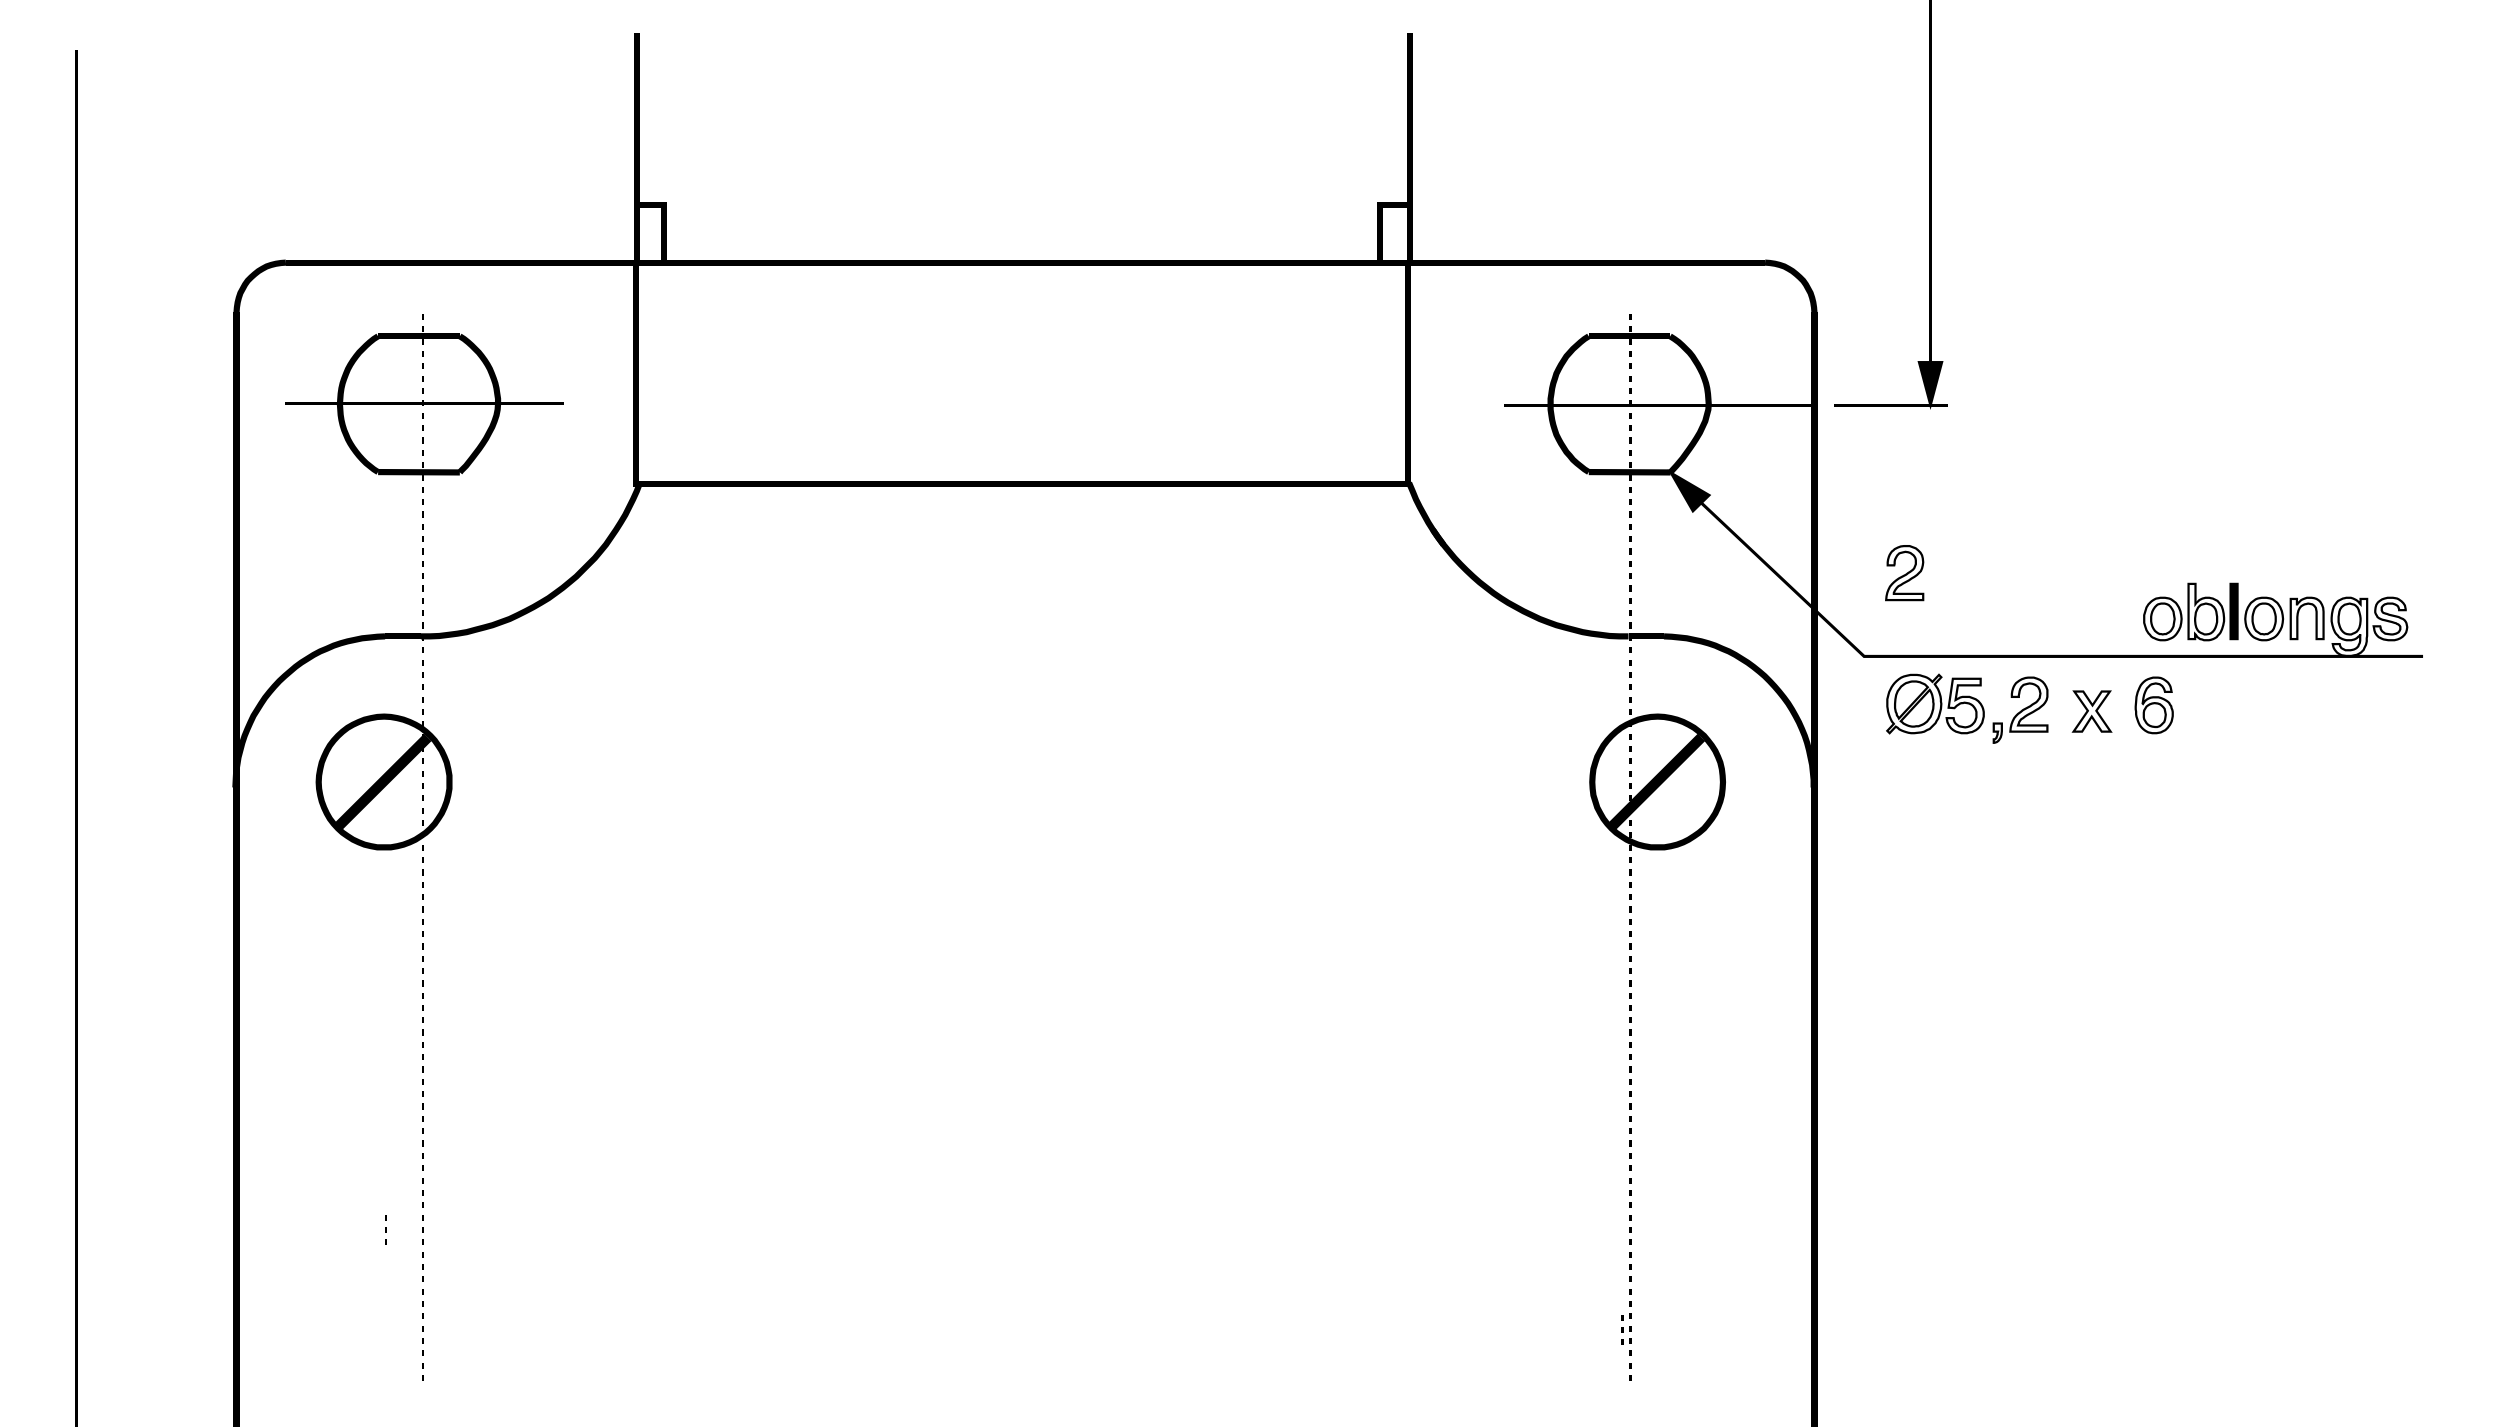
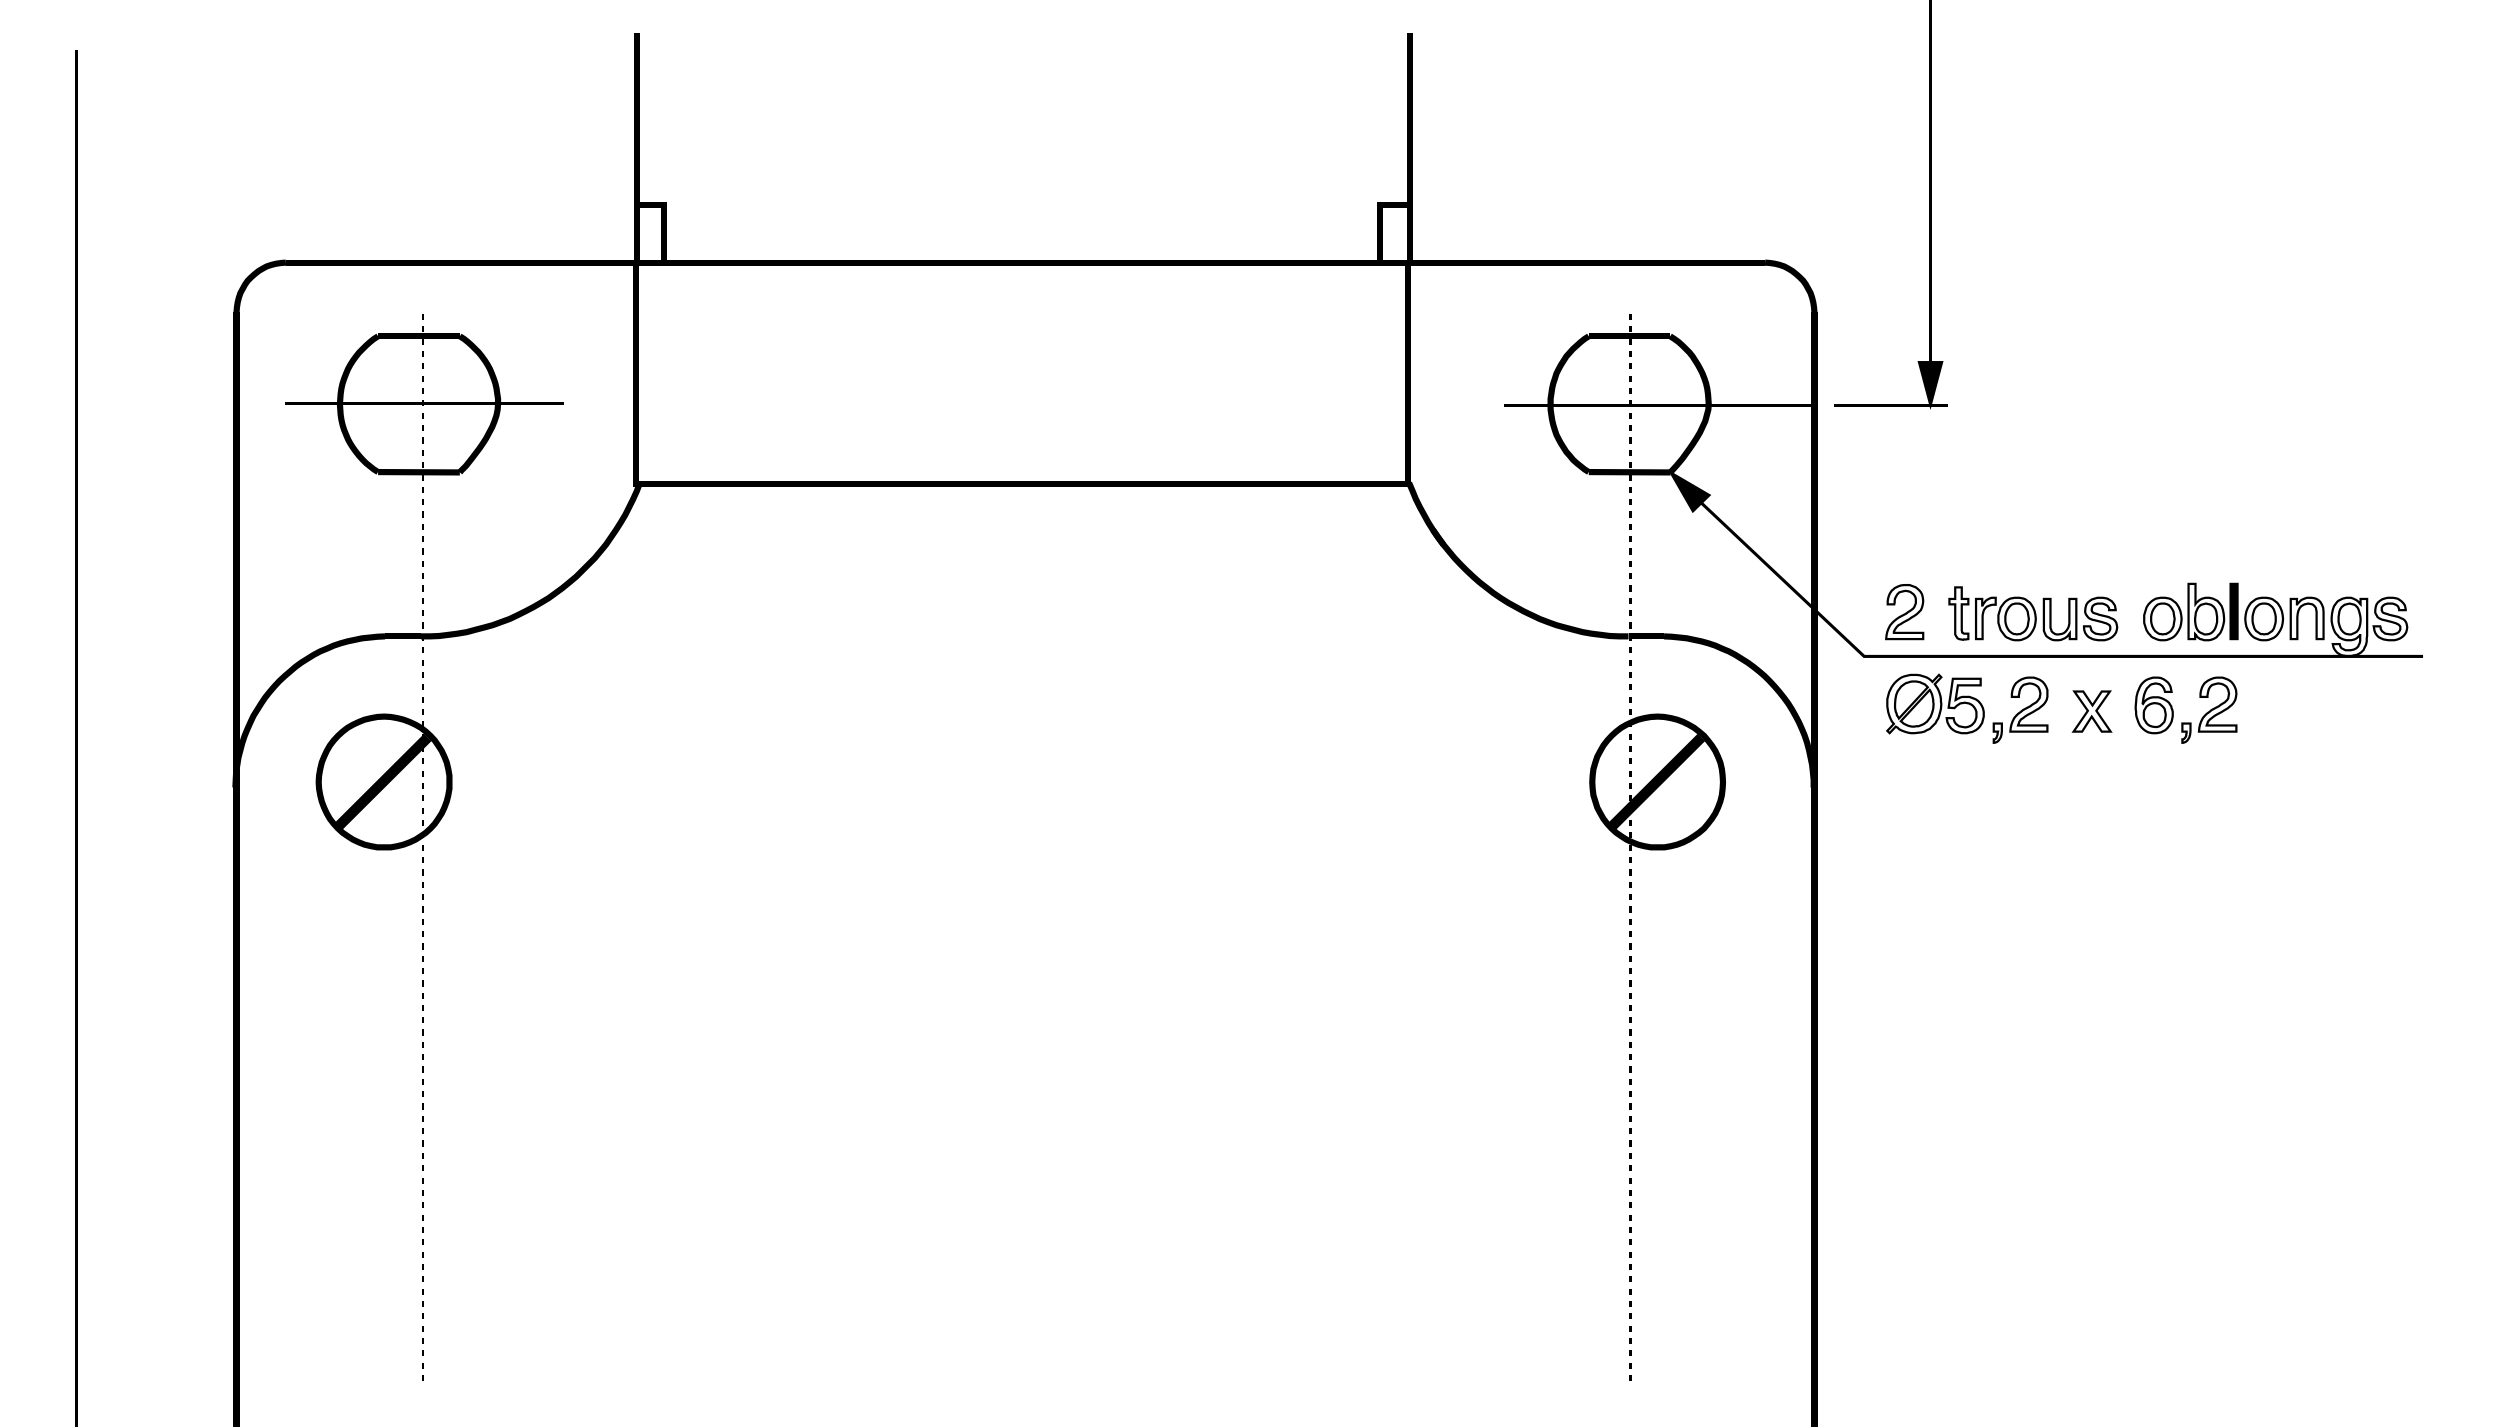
part at (1904, 573) position: (1904, 573) -> (1904, 612)
part at (2033, 613): none -> present
part at (2209, 709): none -> present
line at (385, 1229): present -> none
line at (1622, 1329): present -> none
